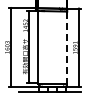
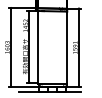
line at (66, 48): dashed -> solid
